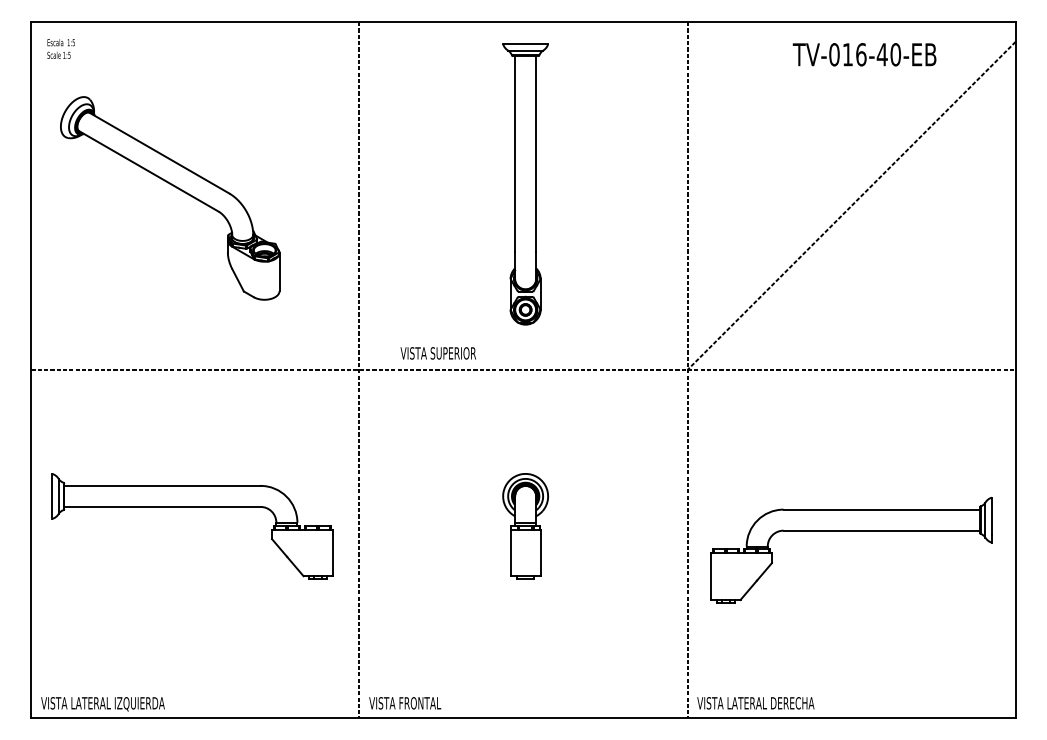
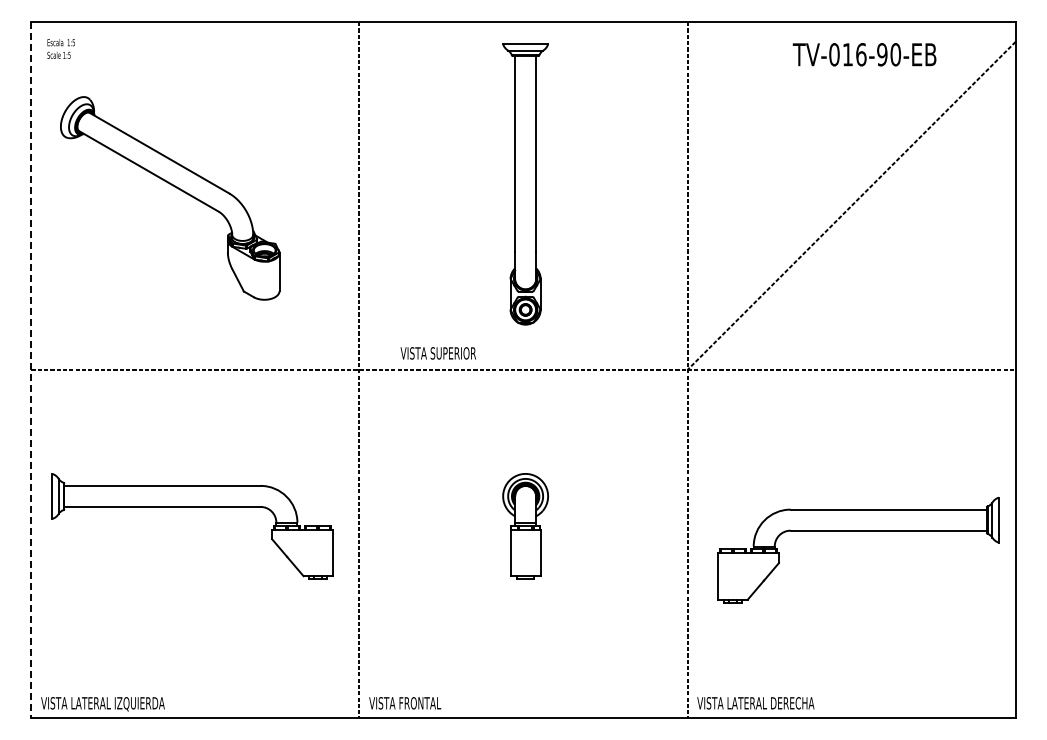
text at (881, 54): TV-016-40-EB -> TV-016-90-EB
line at (31, 370): solid -> dashed
part at (851, 531) position: (851, 531) -> (858, 531)
